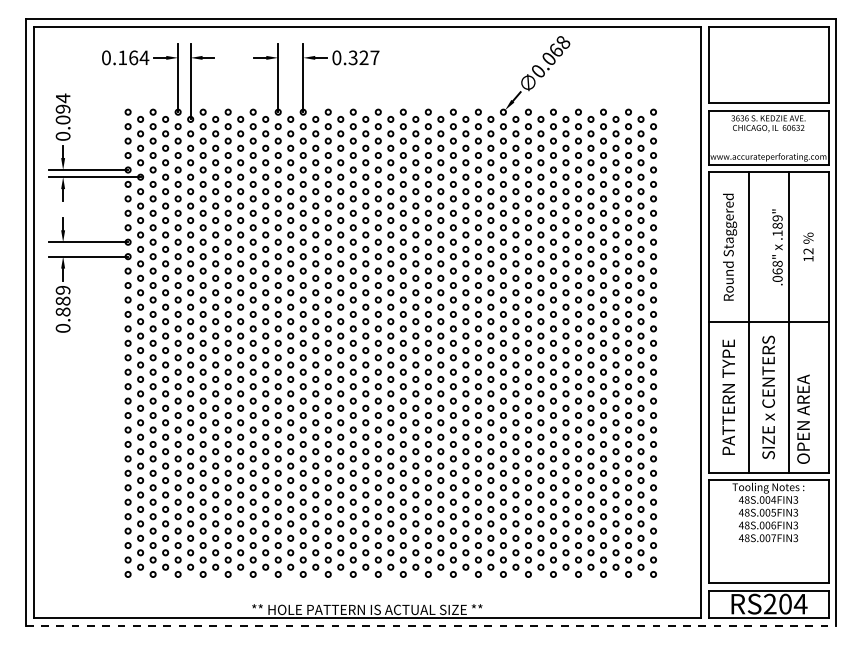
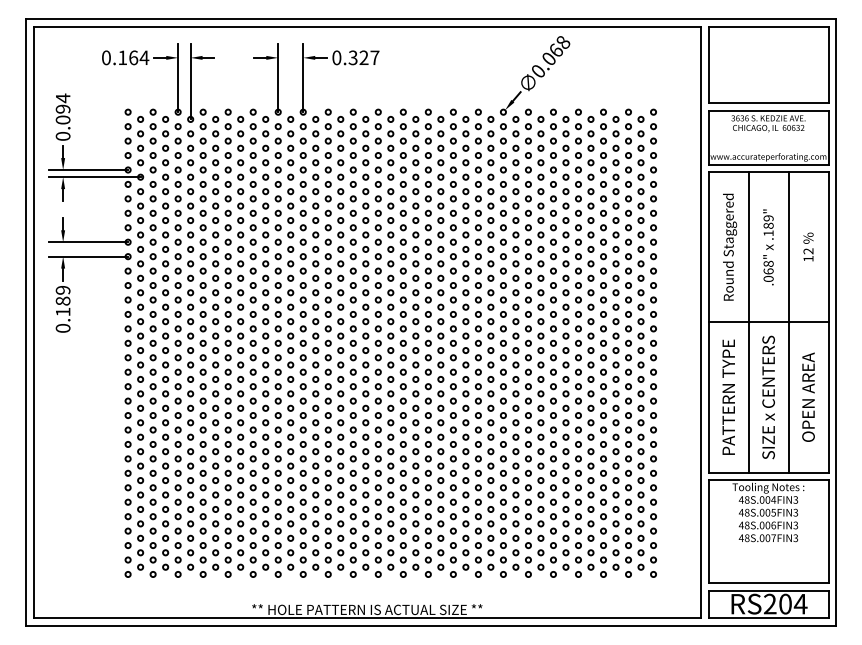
text at (777, 247) position: (777, 247) -> (768, 247)
text at (62, 311): 0.889 -> 0.189
text at (803, 418) position: (803, 418) -> (808, 396)
line at (431, 625): dashed -> solid
